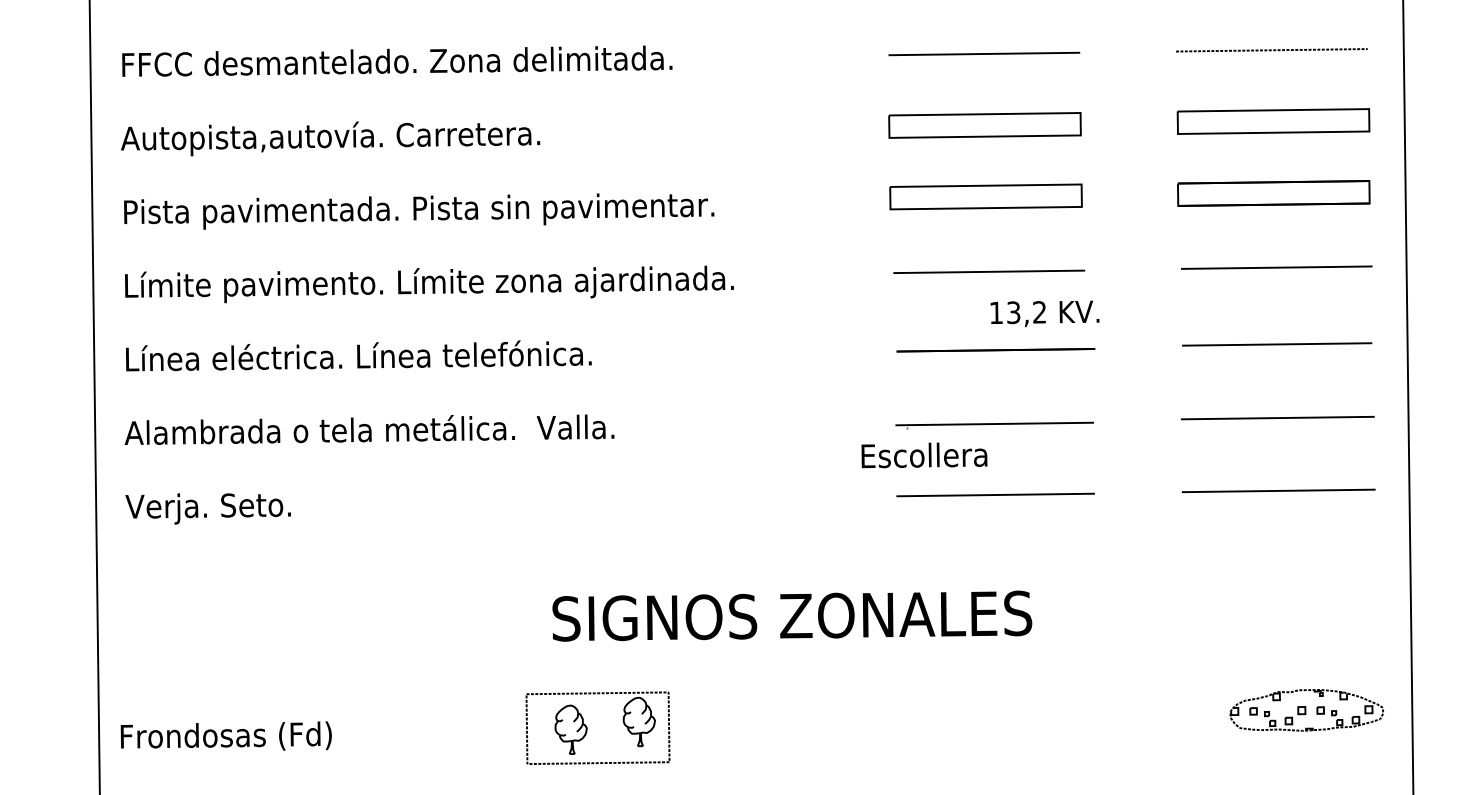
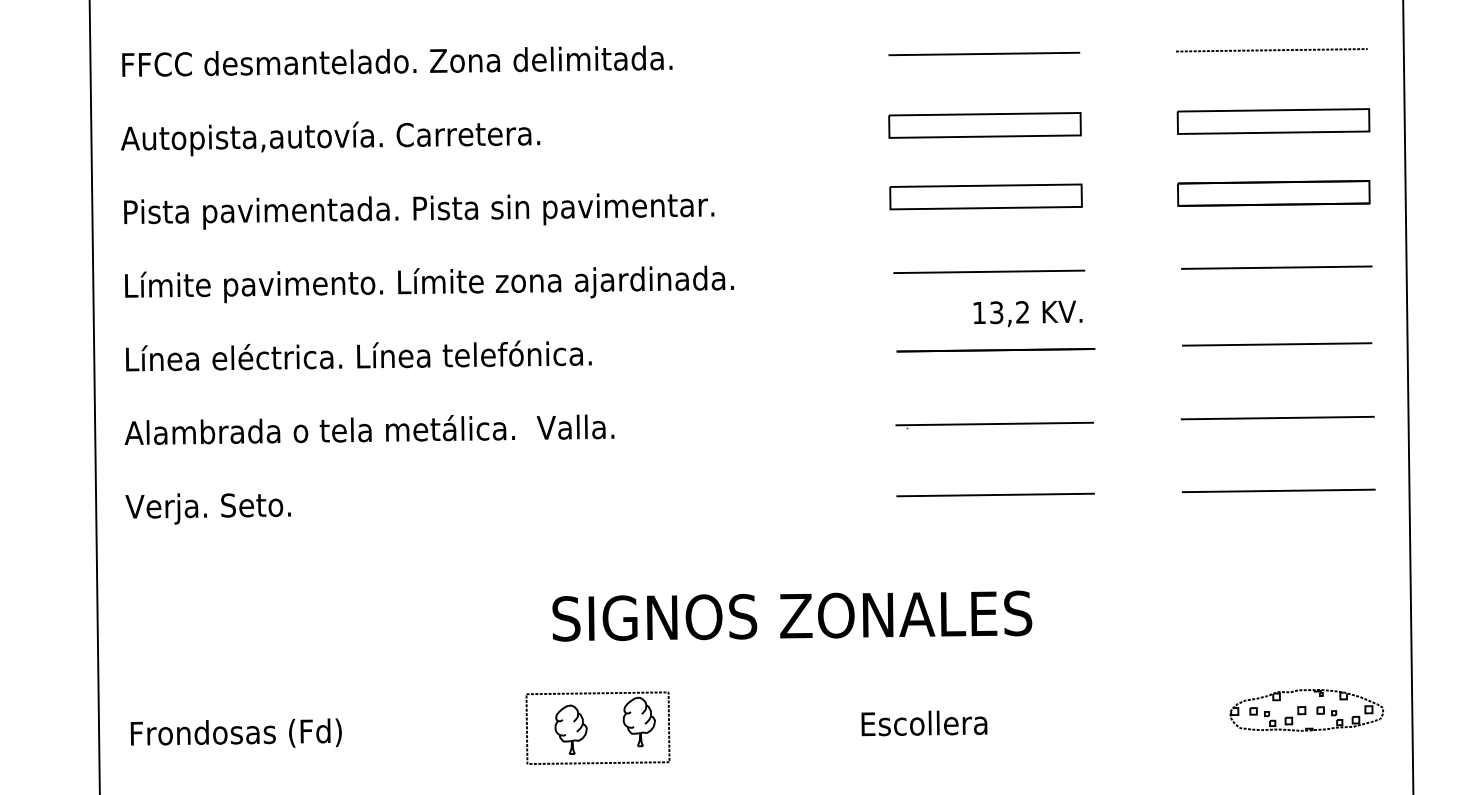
text at (1044, 313) position: (1044, 313) -> (1027, 313)
text at (924, 455) position: (924, 455) -> (924, 723)
text at (225, 735) position: (225, 735) -> (235, 732)
